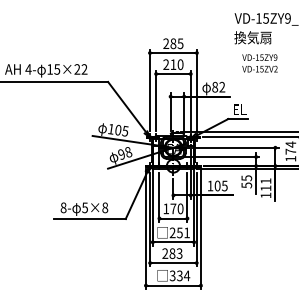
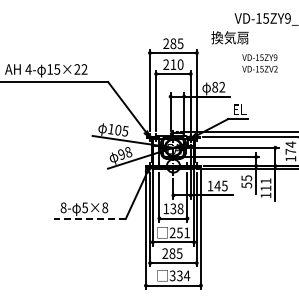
text at (252, 37) position: (252, 37) -> (229, 37)
text at (217, 185): 105 -> 145
text at (176, 208): 170 -> 138
line at (90, 219): solid -> dashed
text at (179, 253): 283 -> 285
